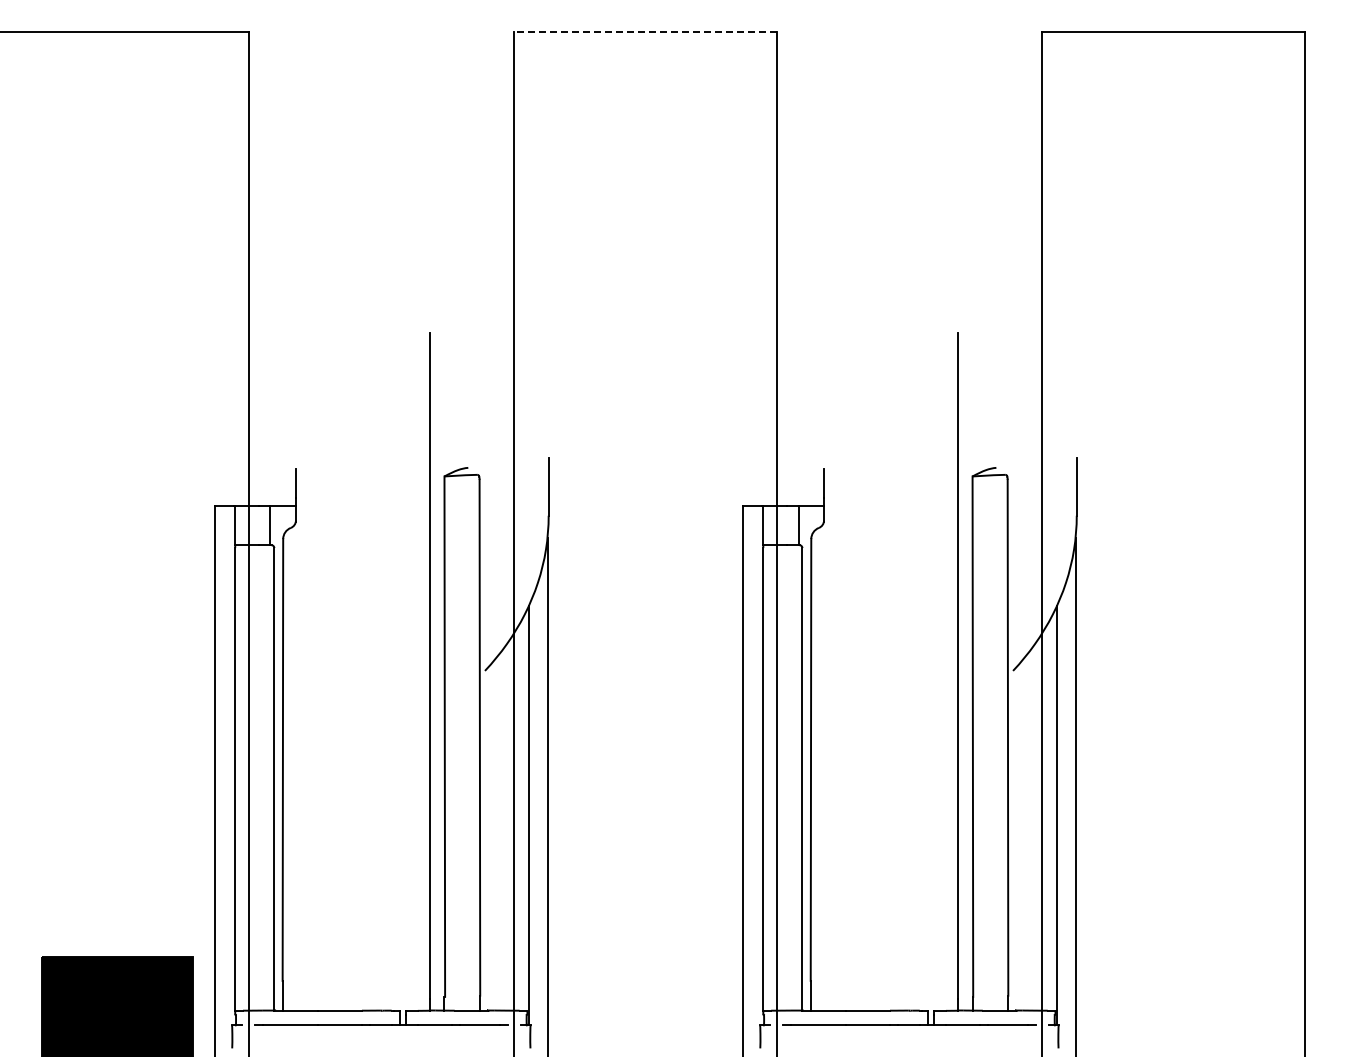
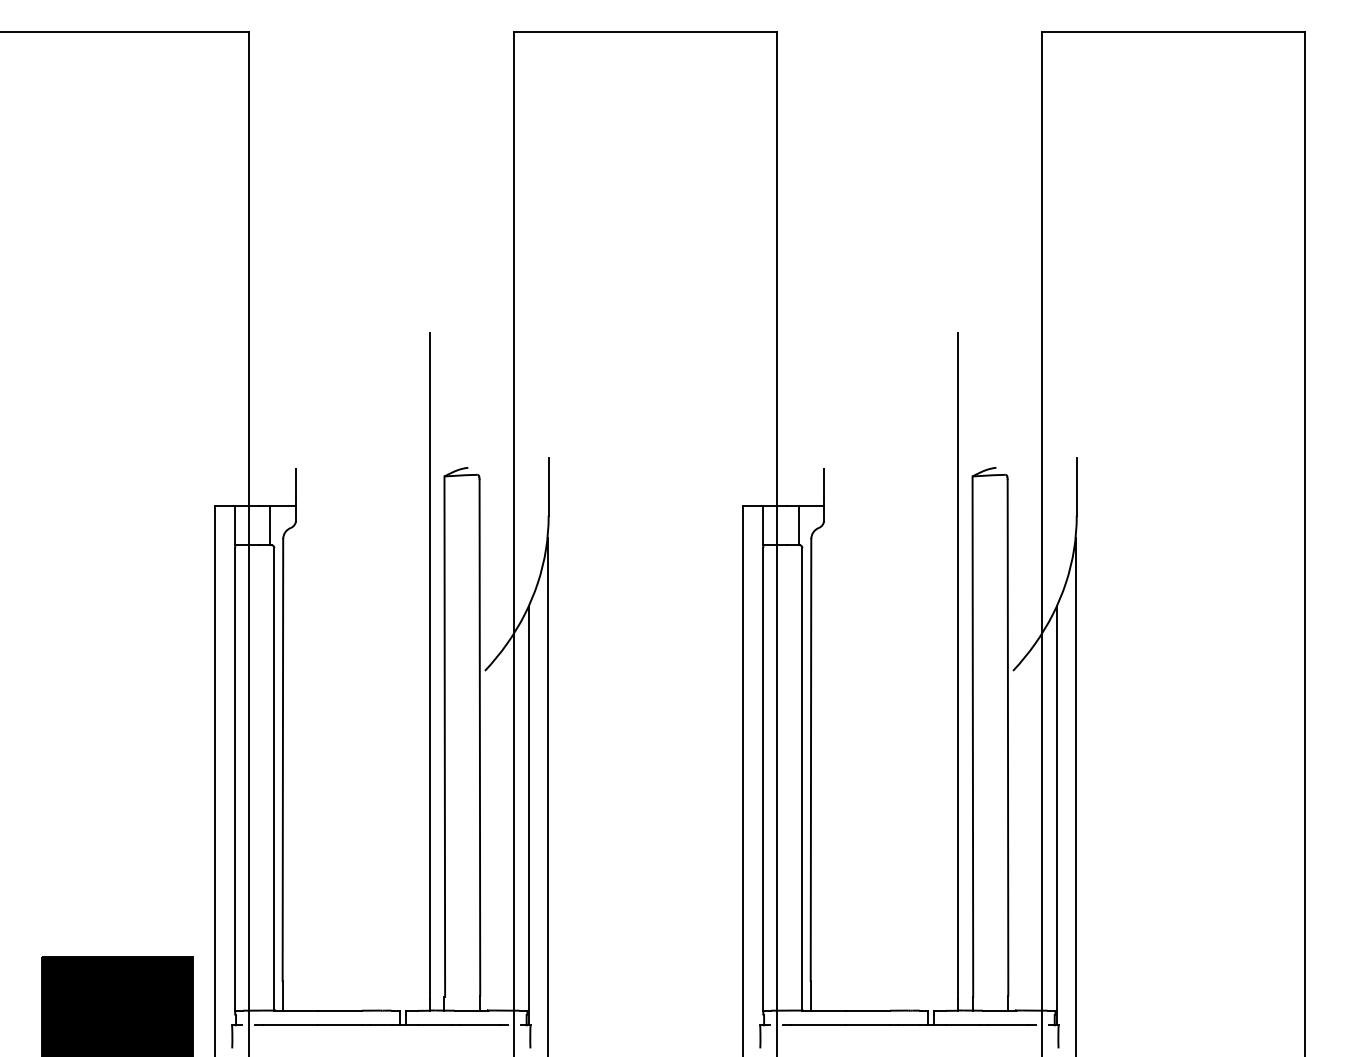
line at (644, 31): dashed -> solid
